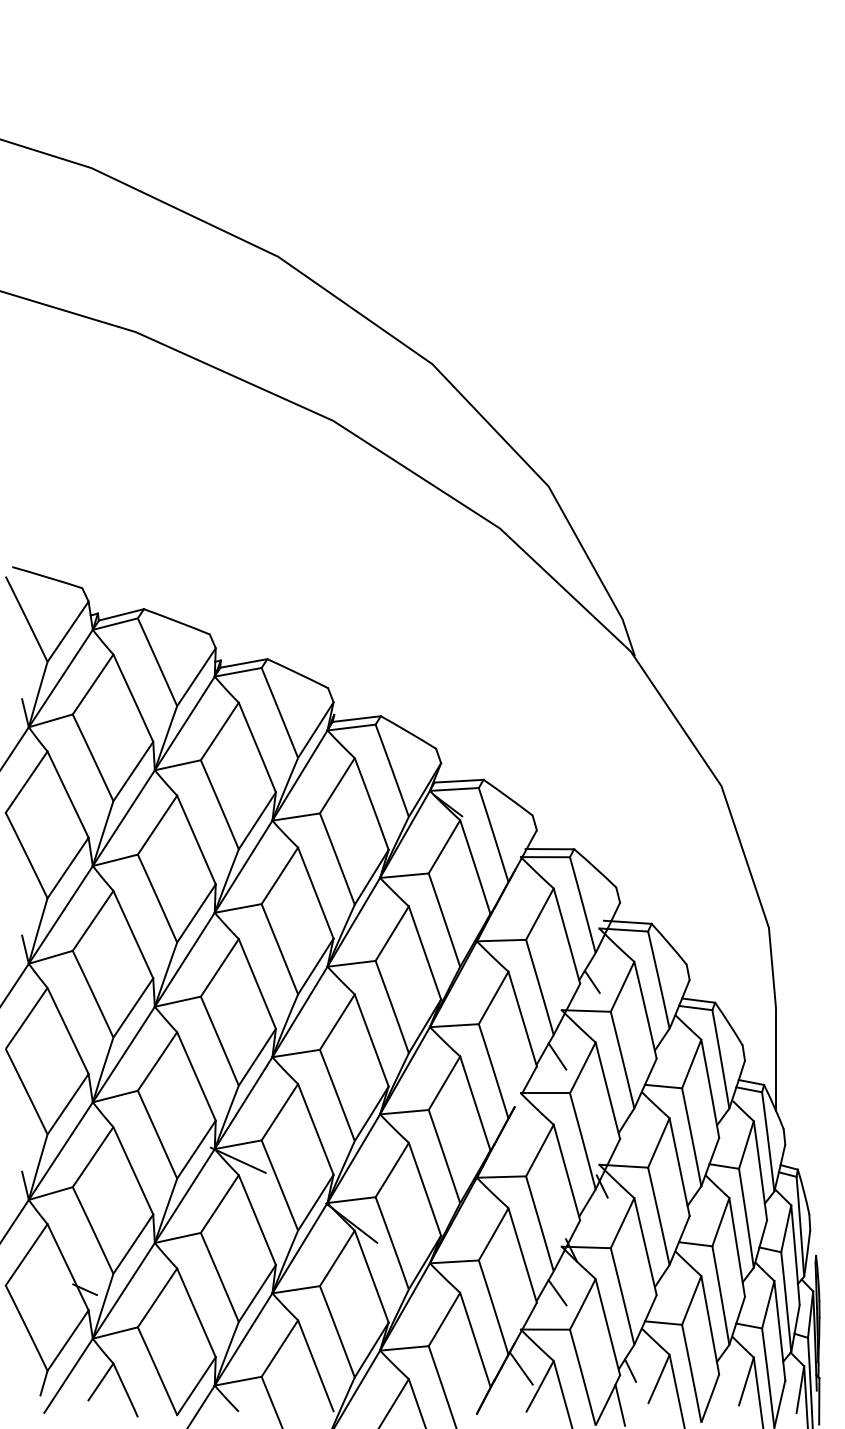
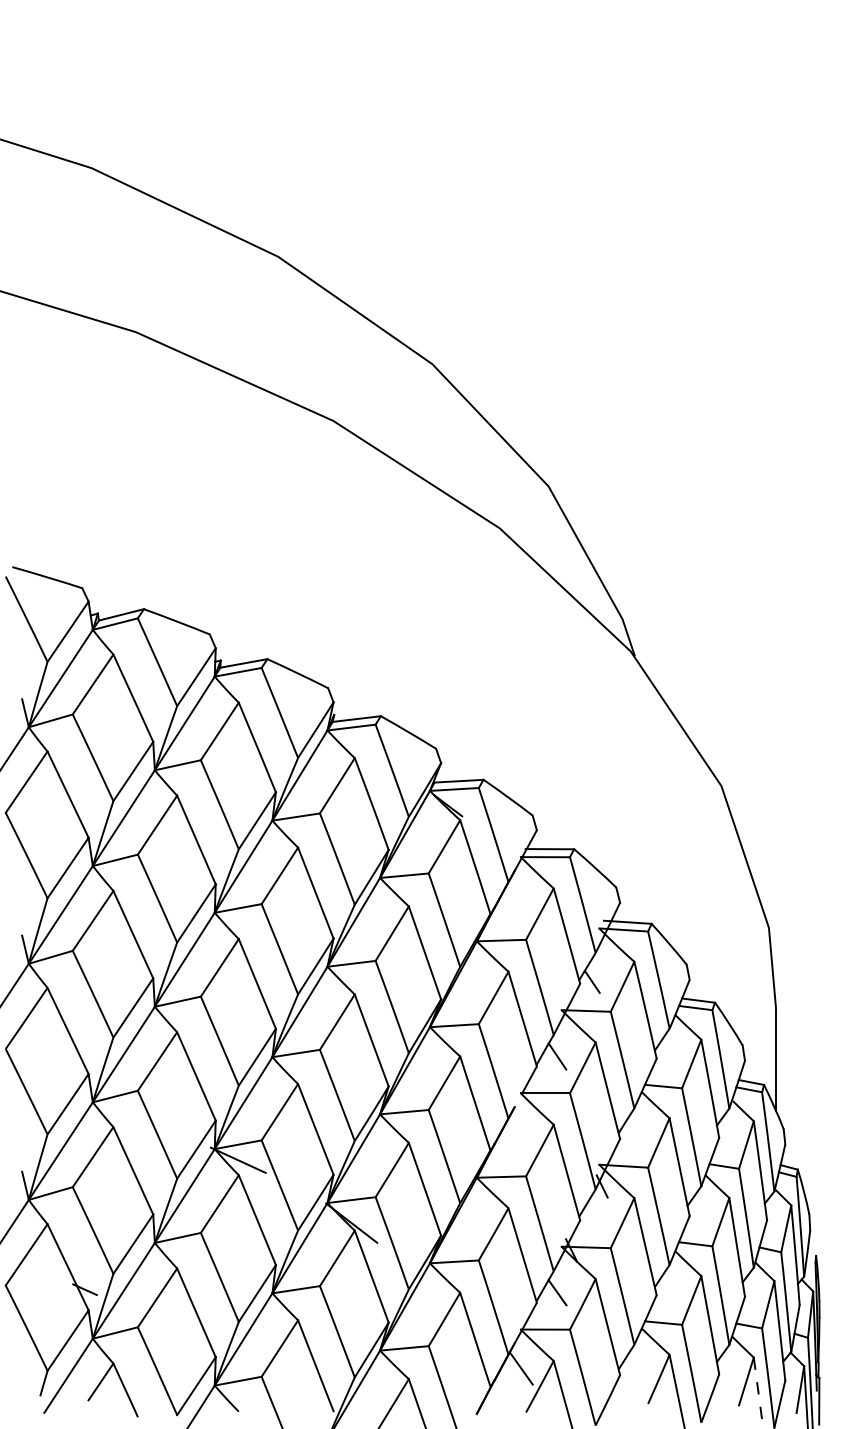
line at (630, 1370): present -> none
line at (758, 1392): solid -> dashed
line at (620, 1404): present -> none
